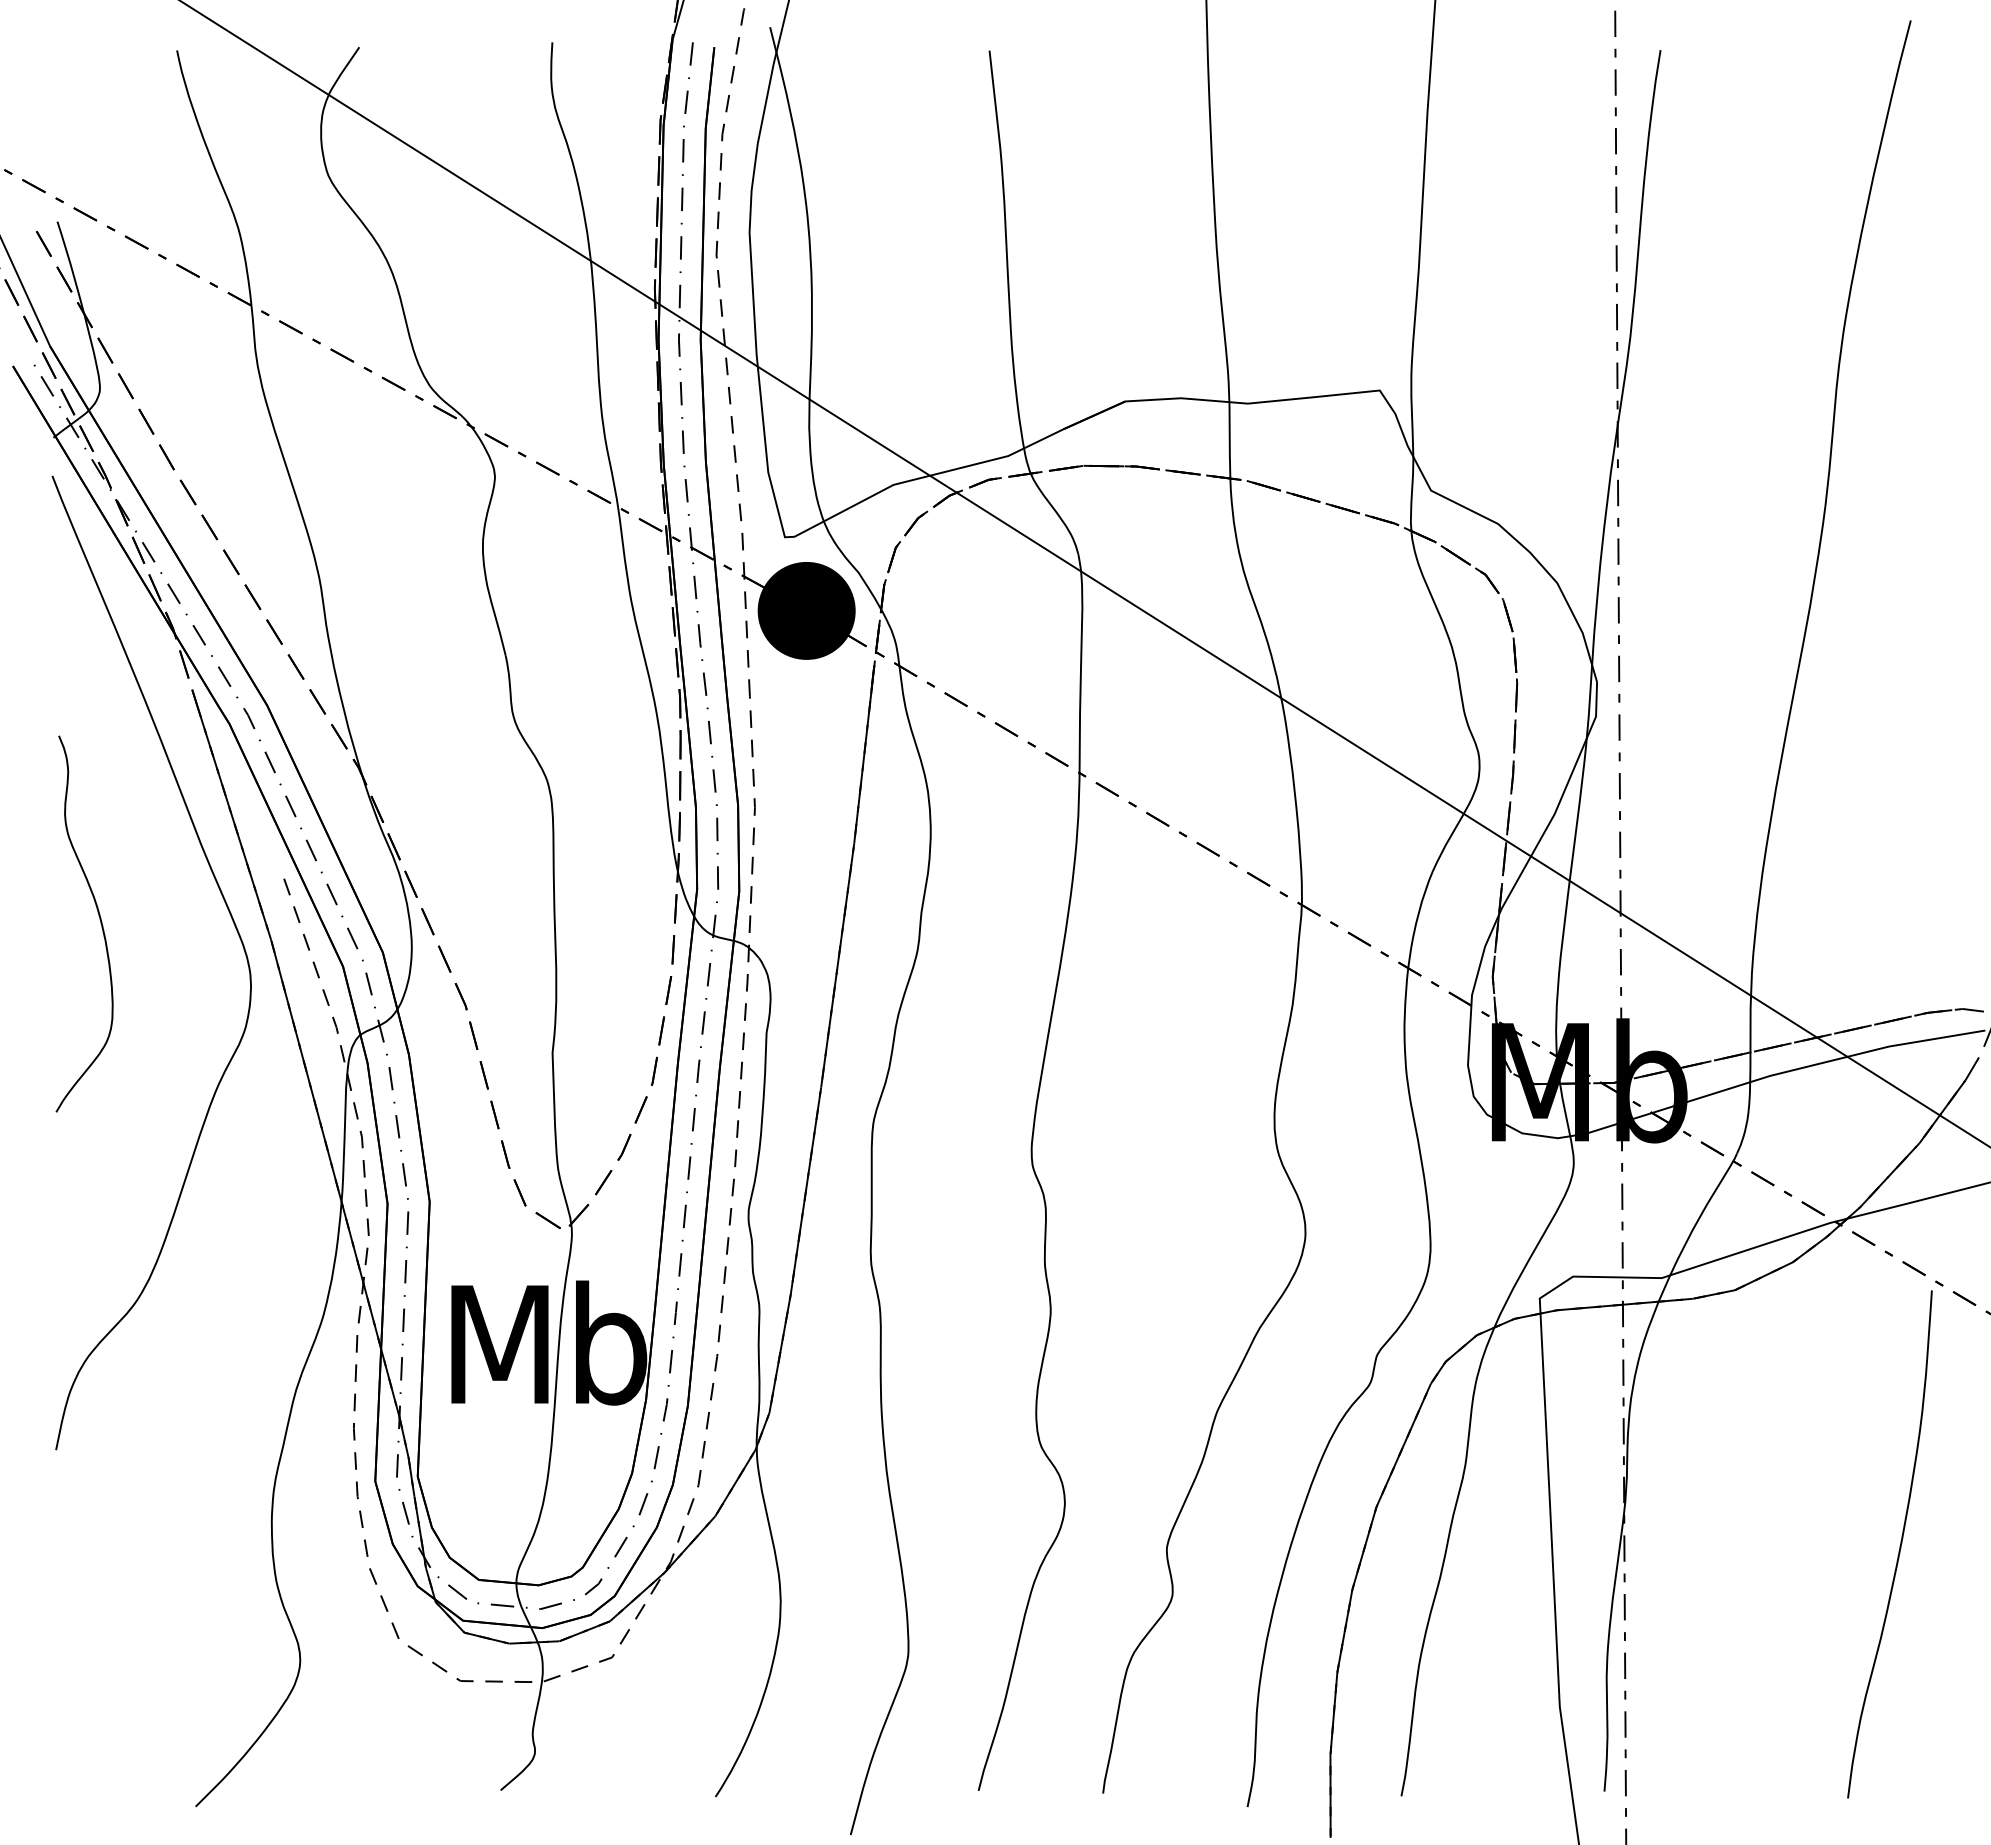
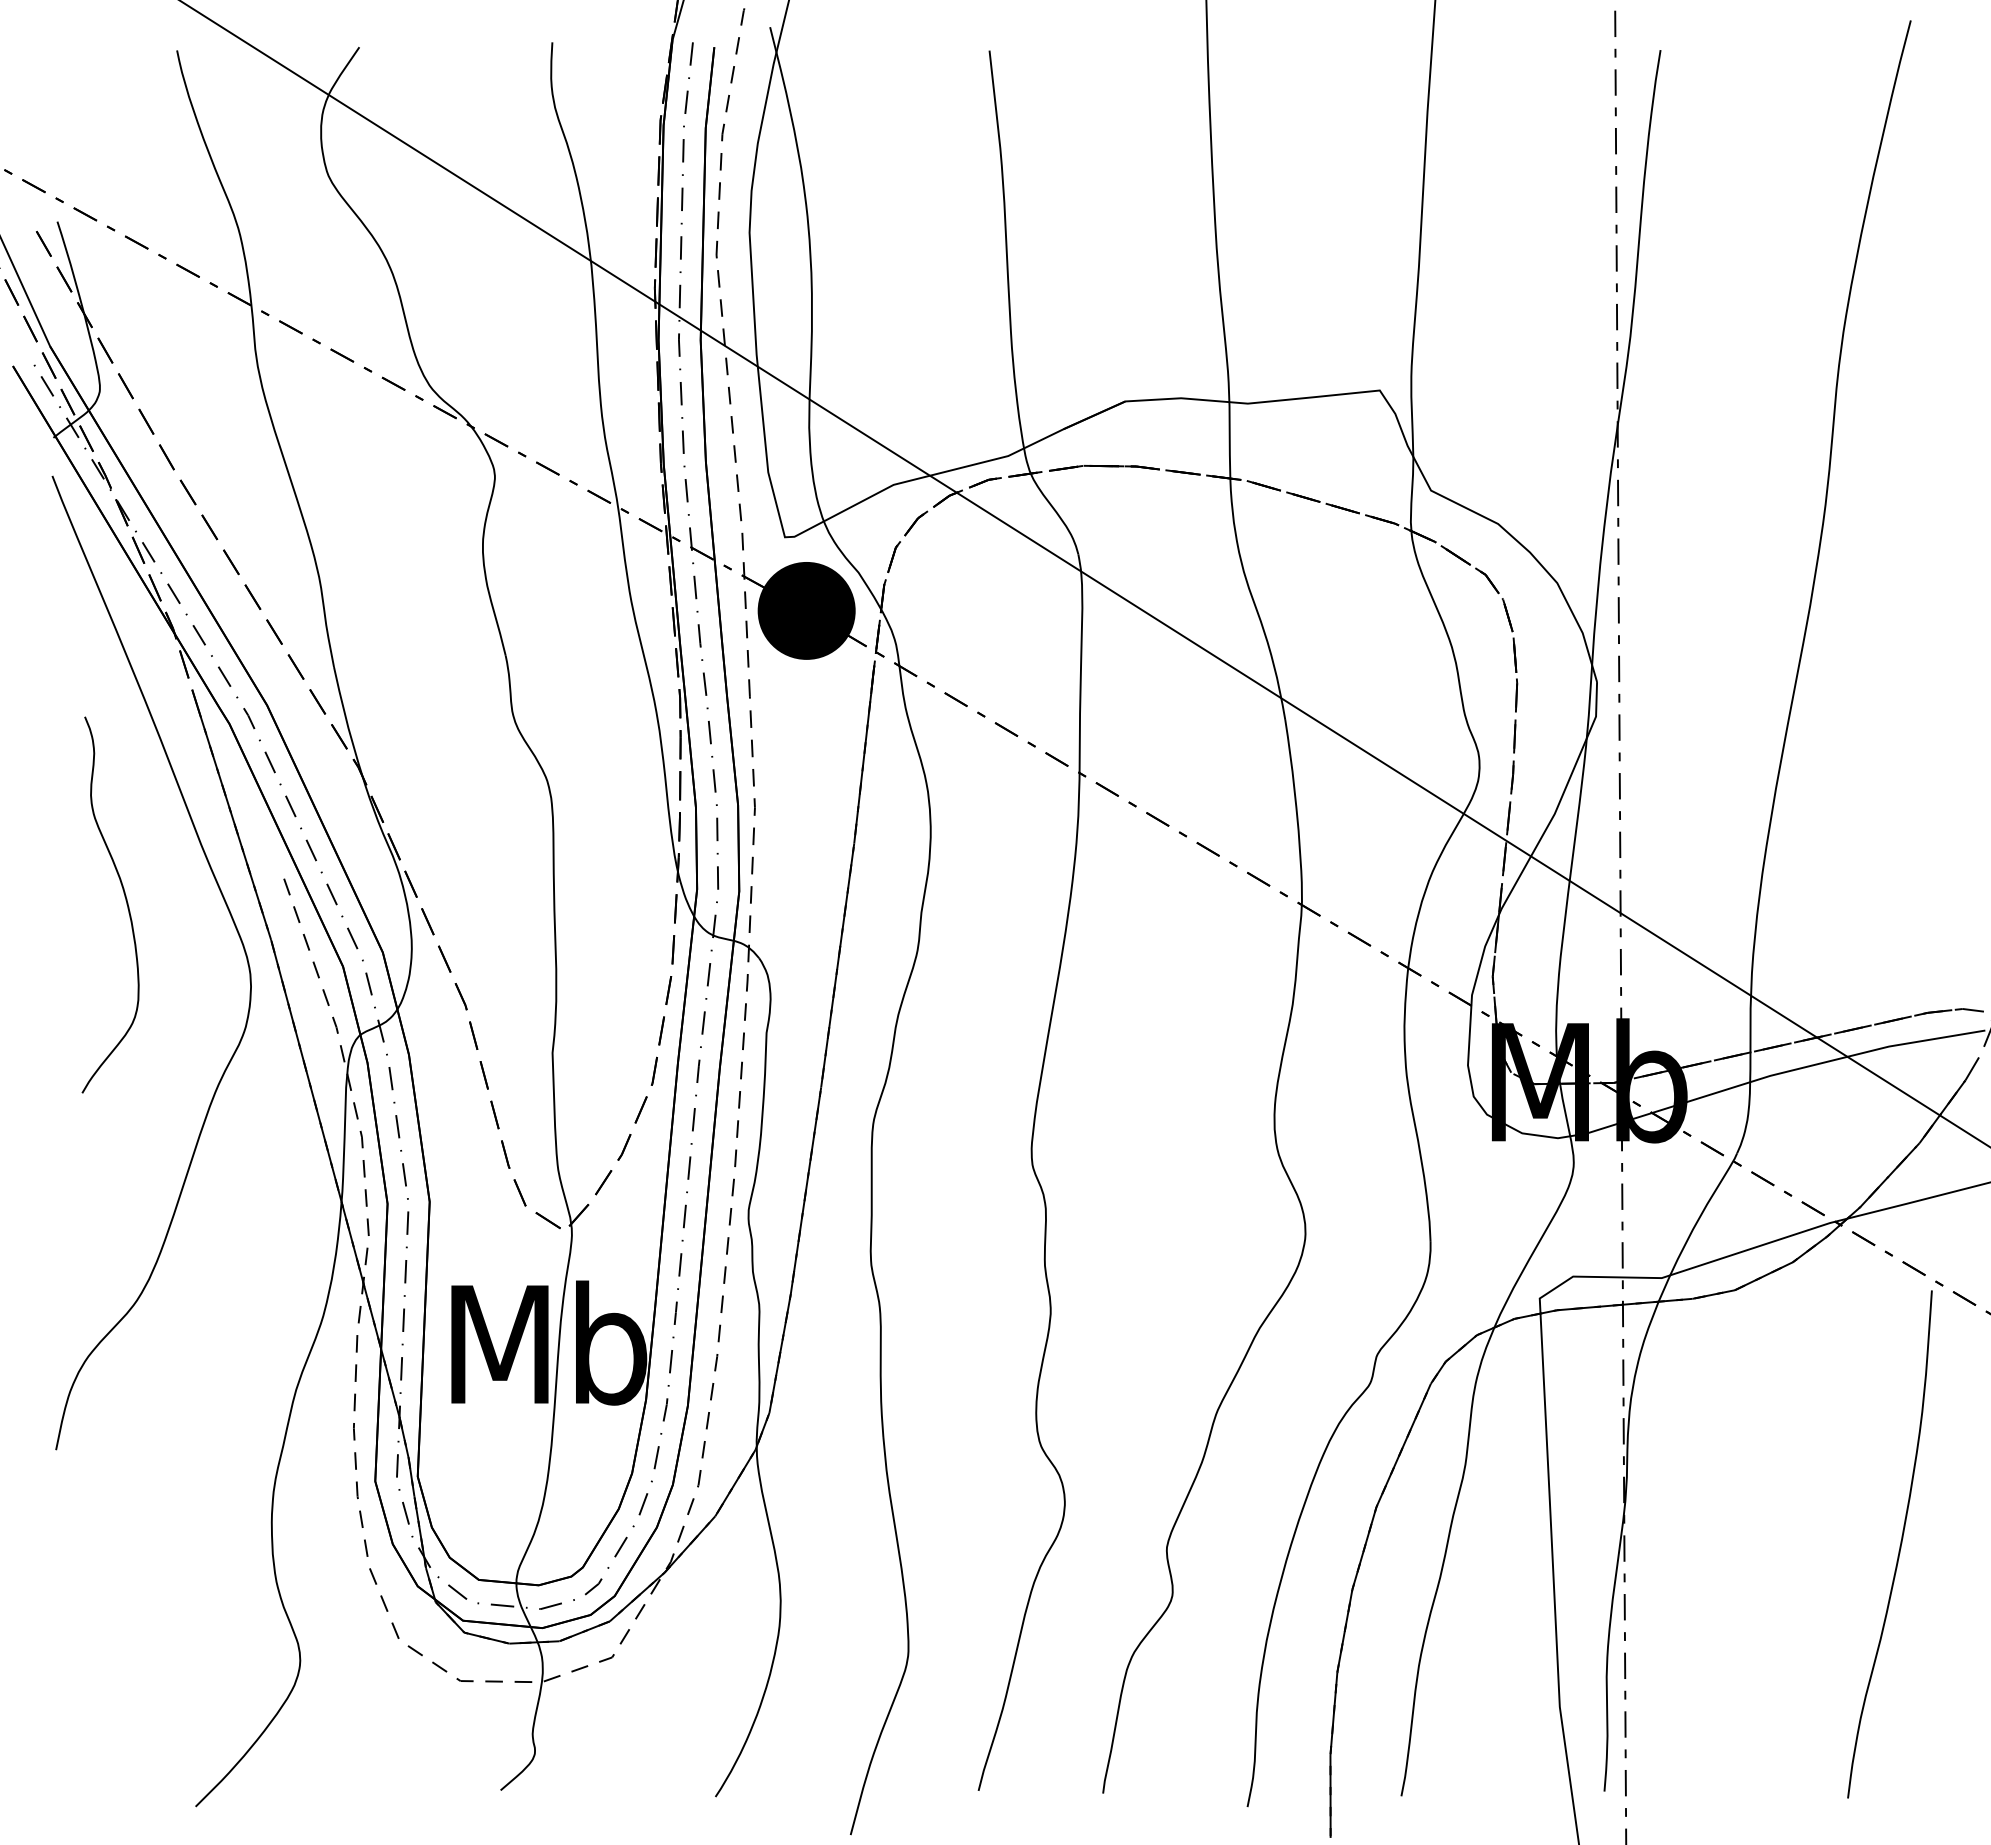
curve at (99, 919) position: (99, 919) -> (125, 900)
